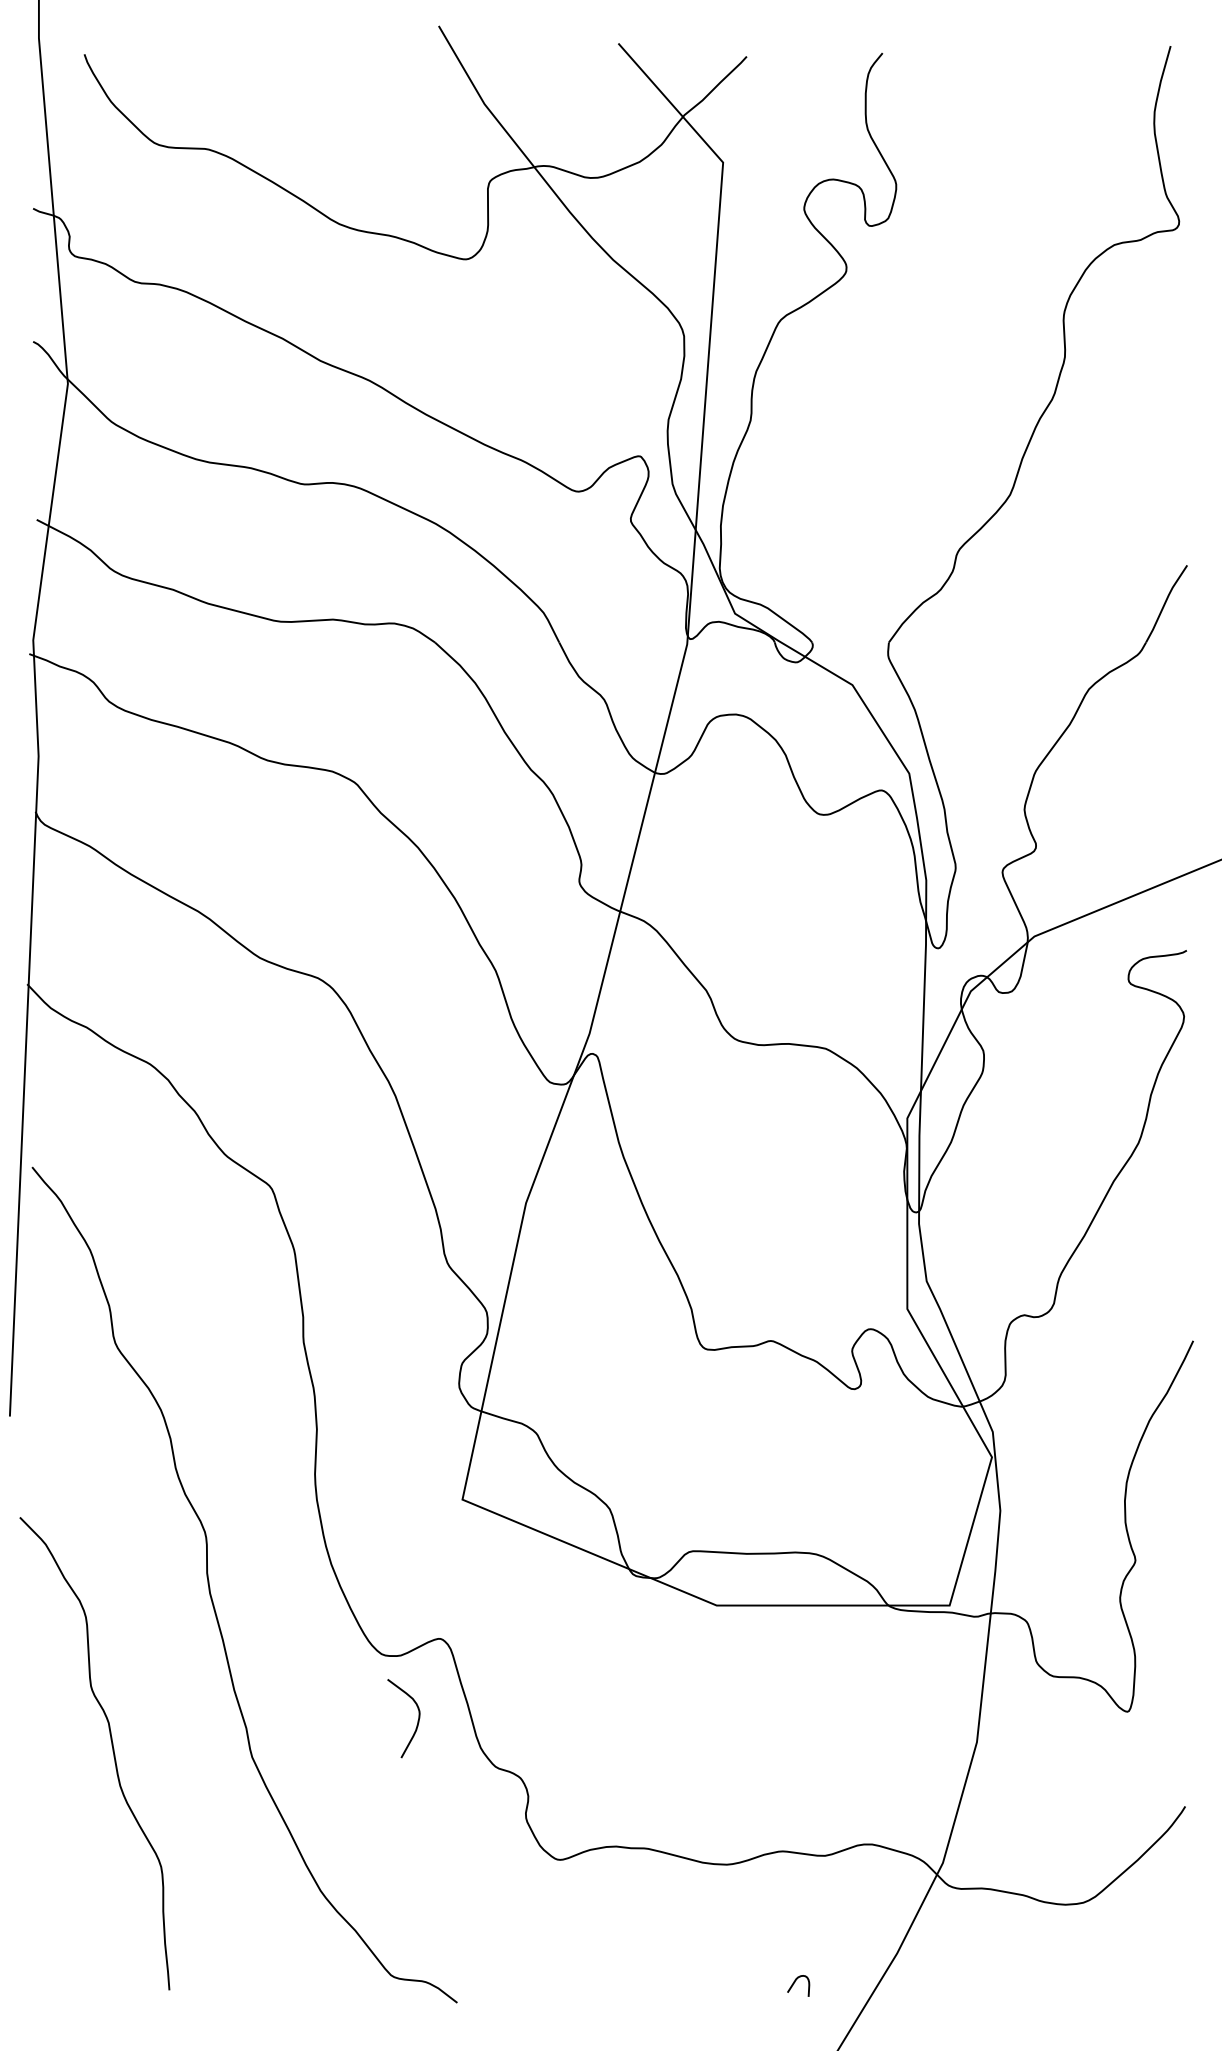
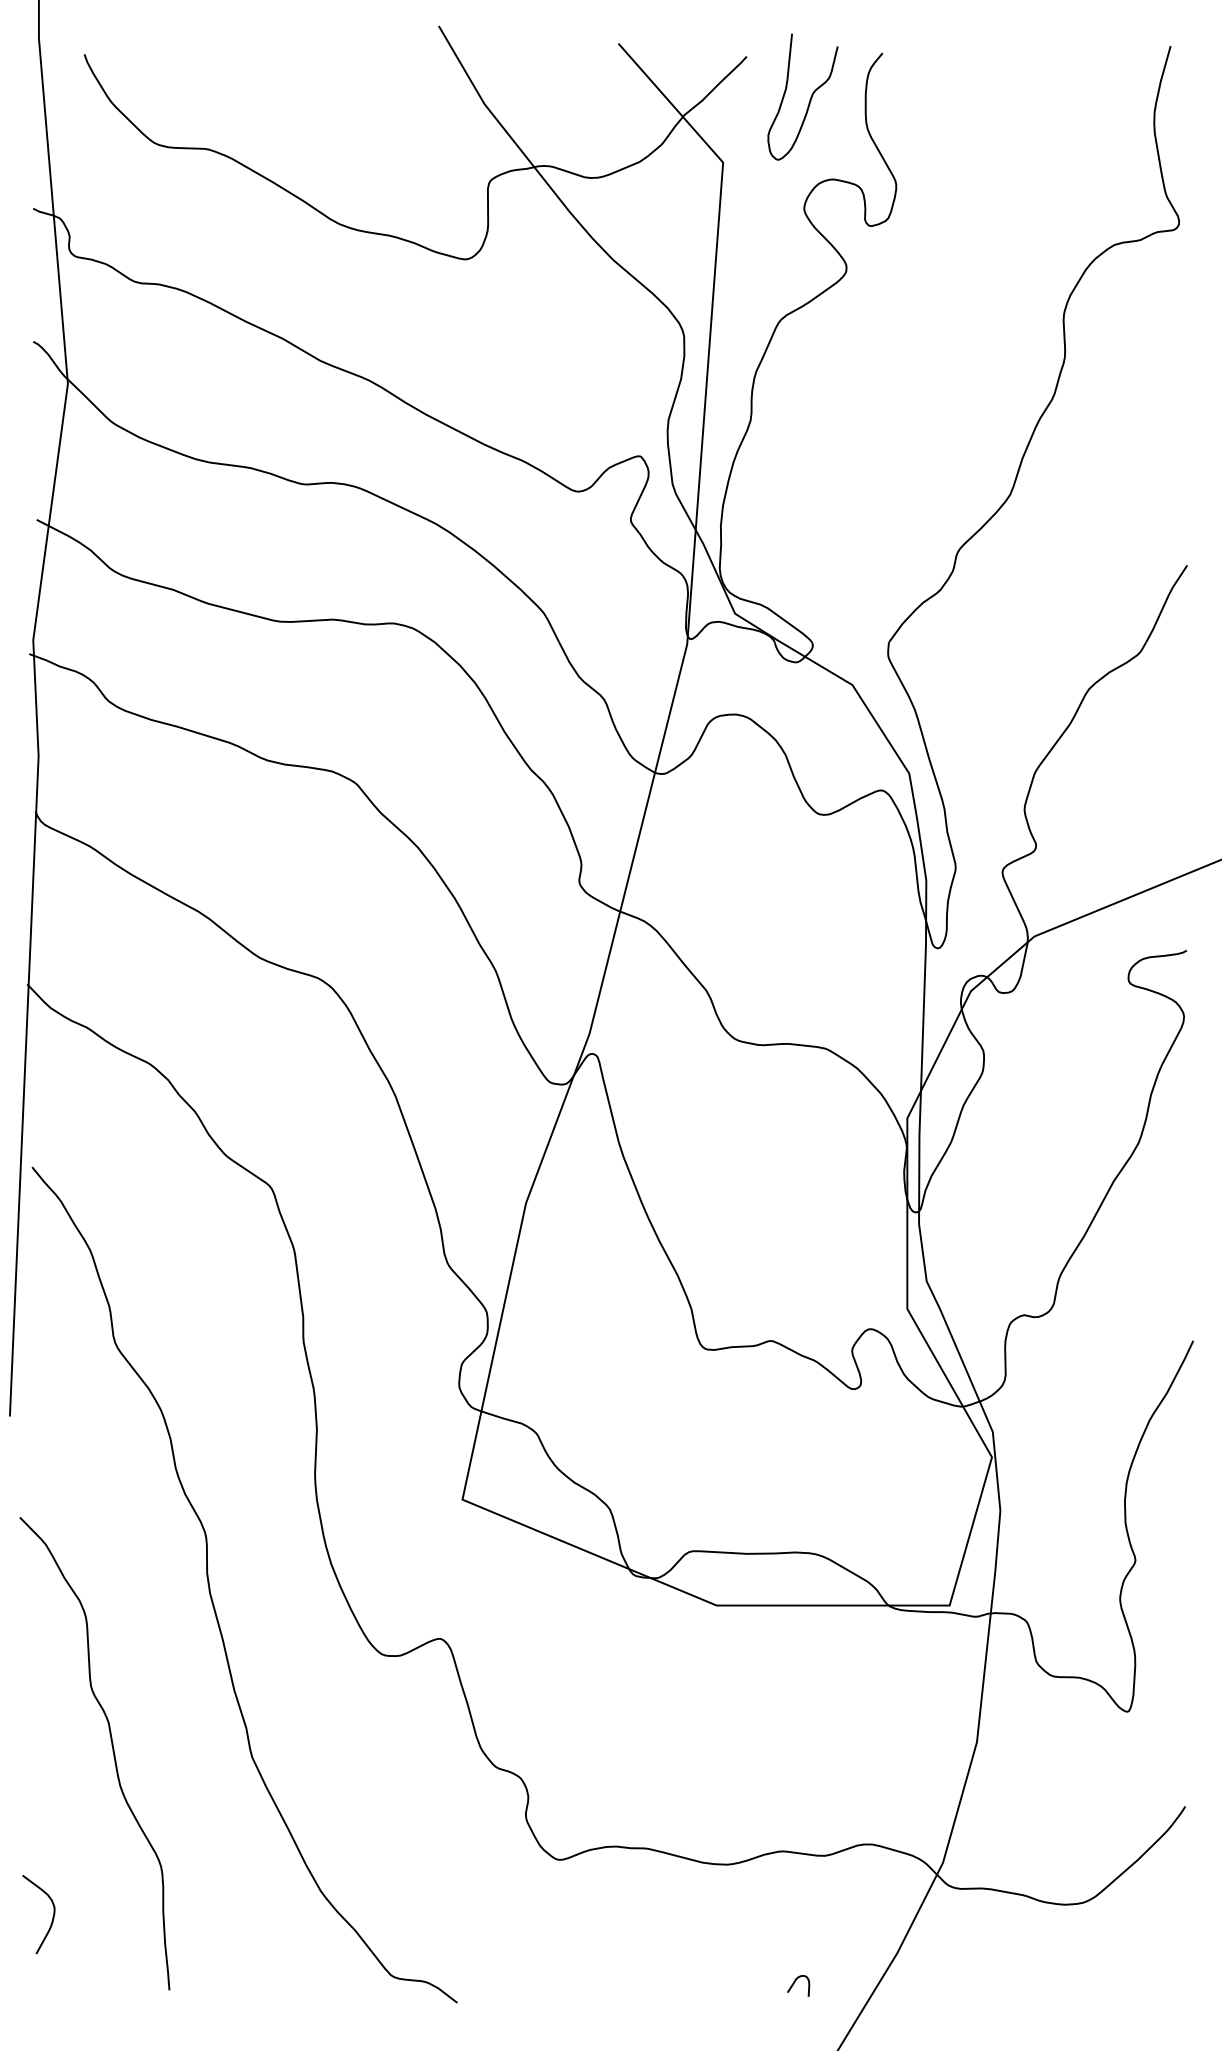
curve at (809, 99): none -> present
curve at (417, 1720) position: (417, 1720) -> (52, 1916)
